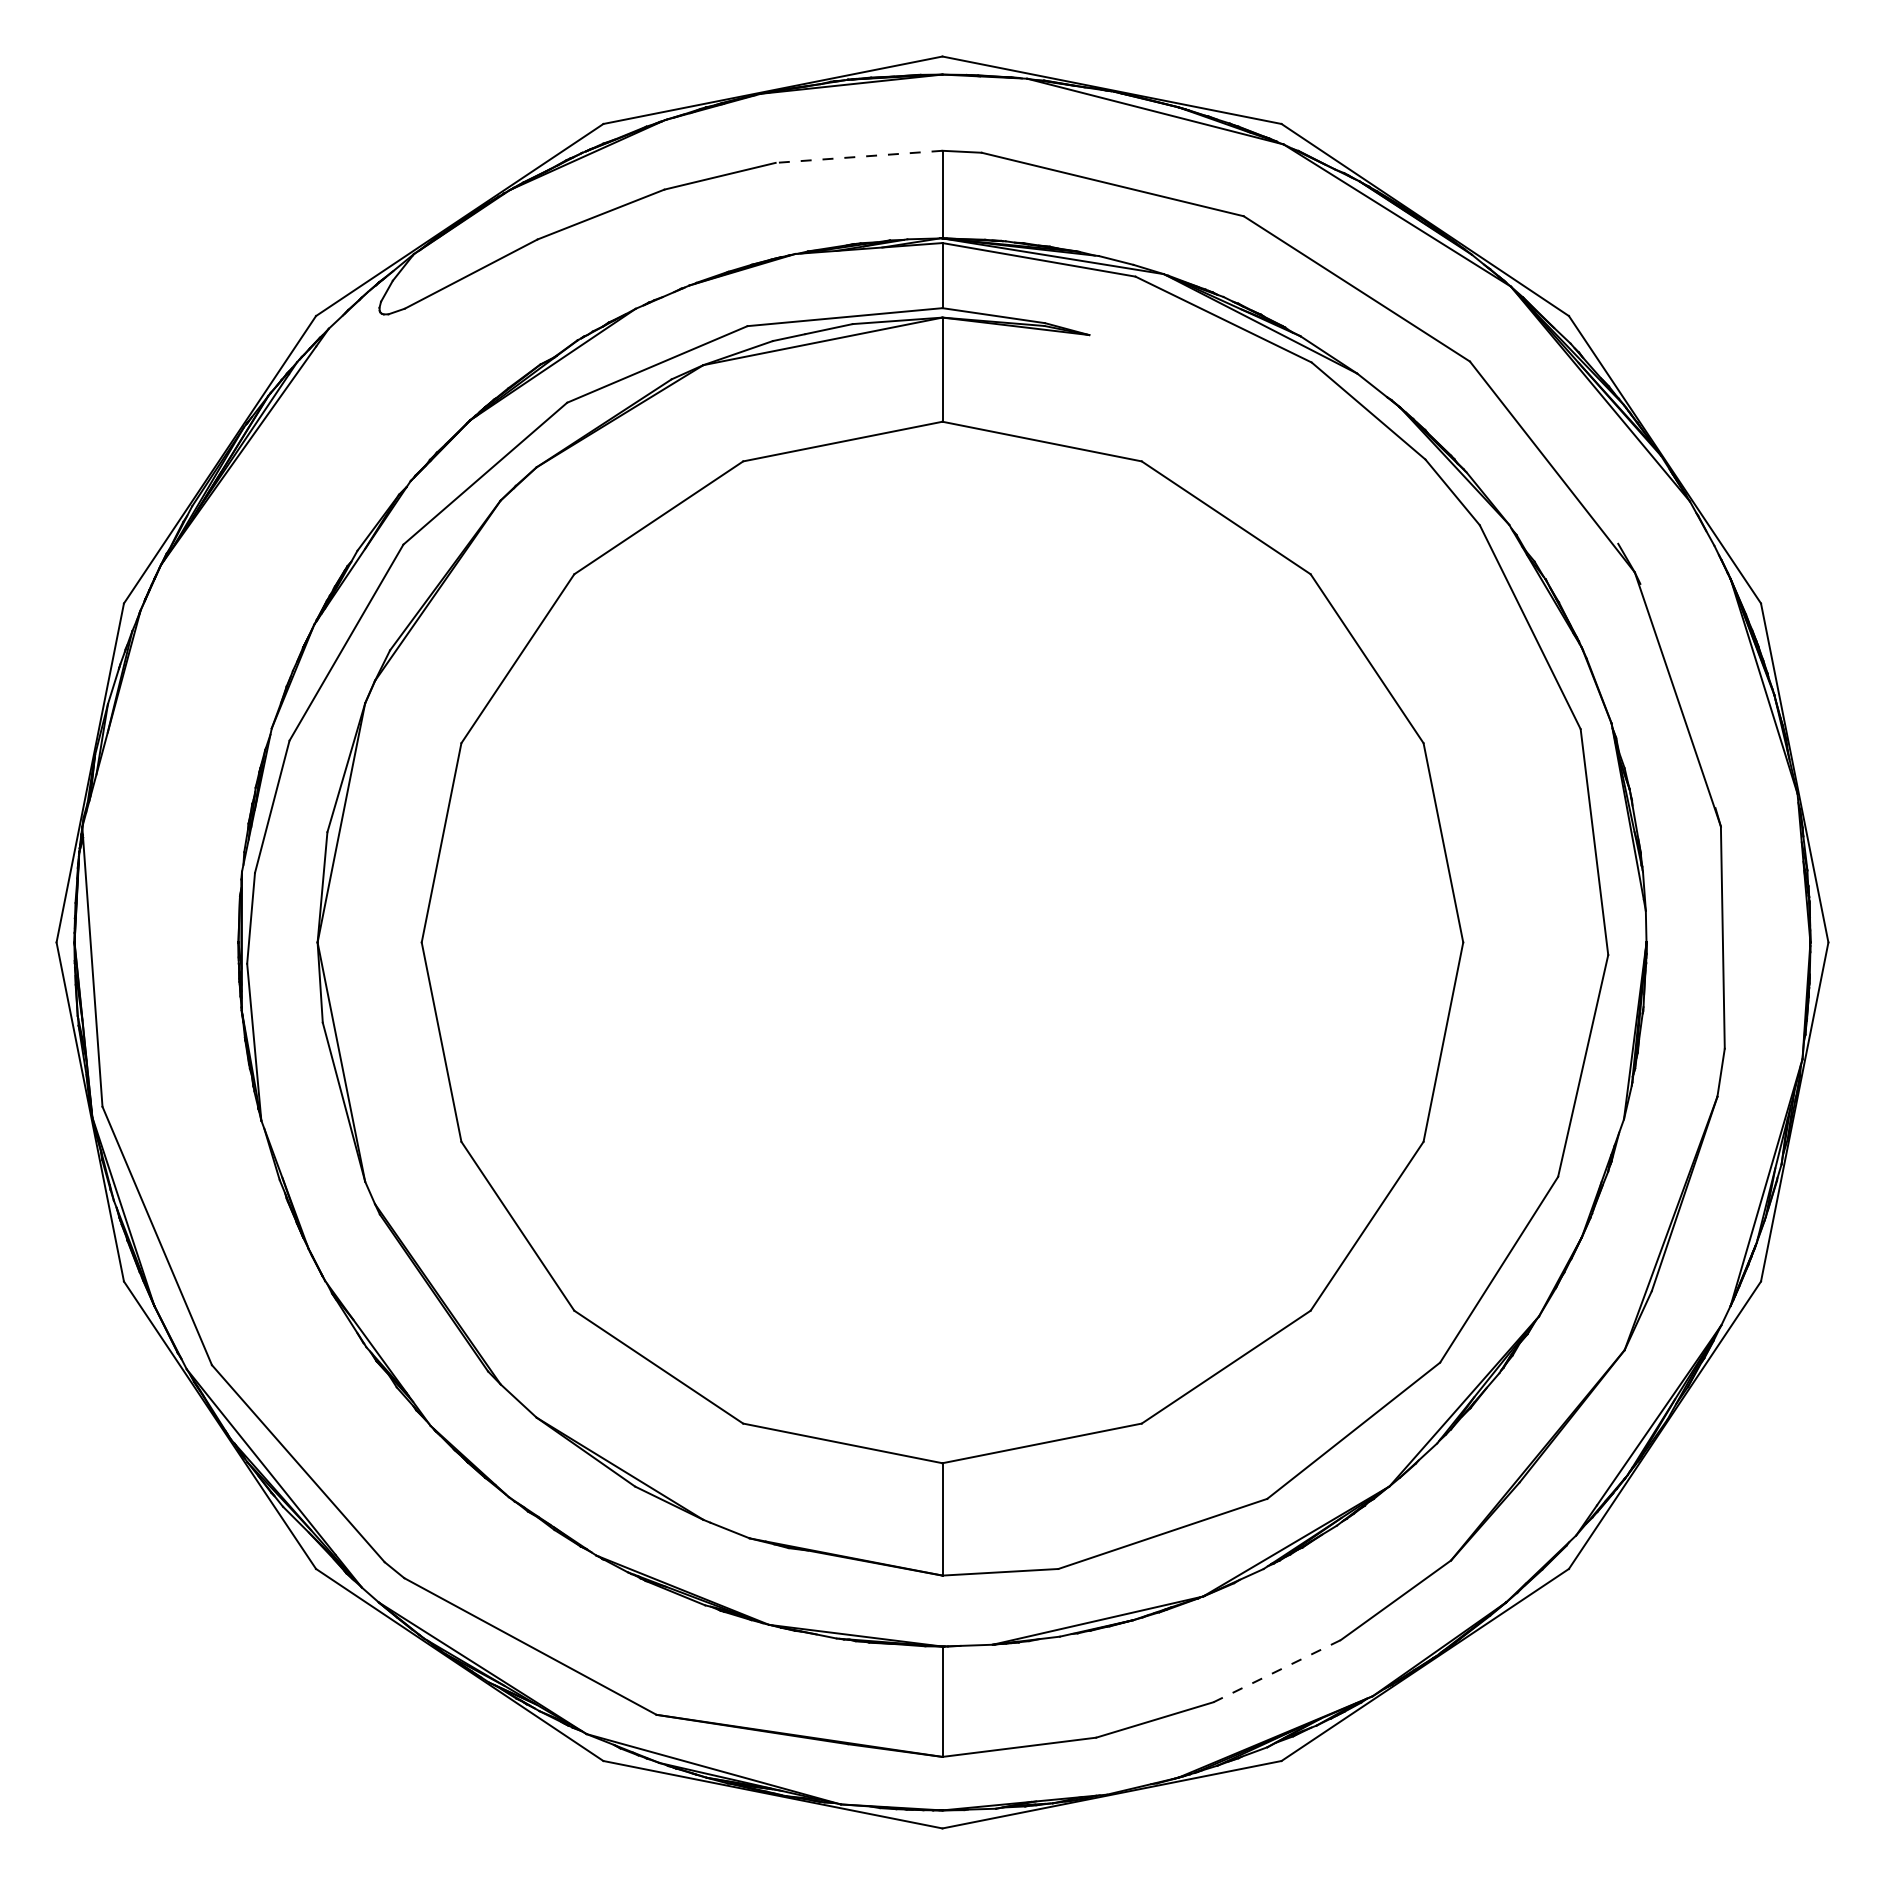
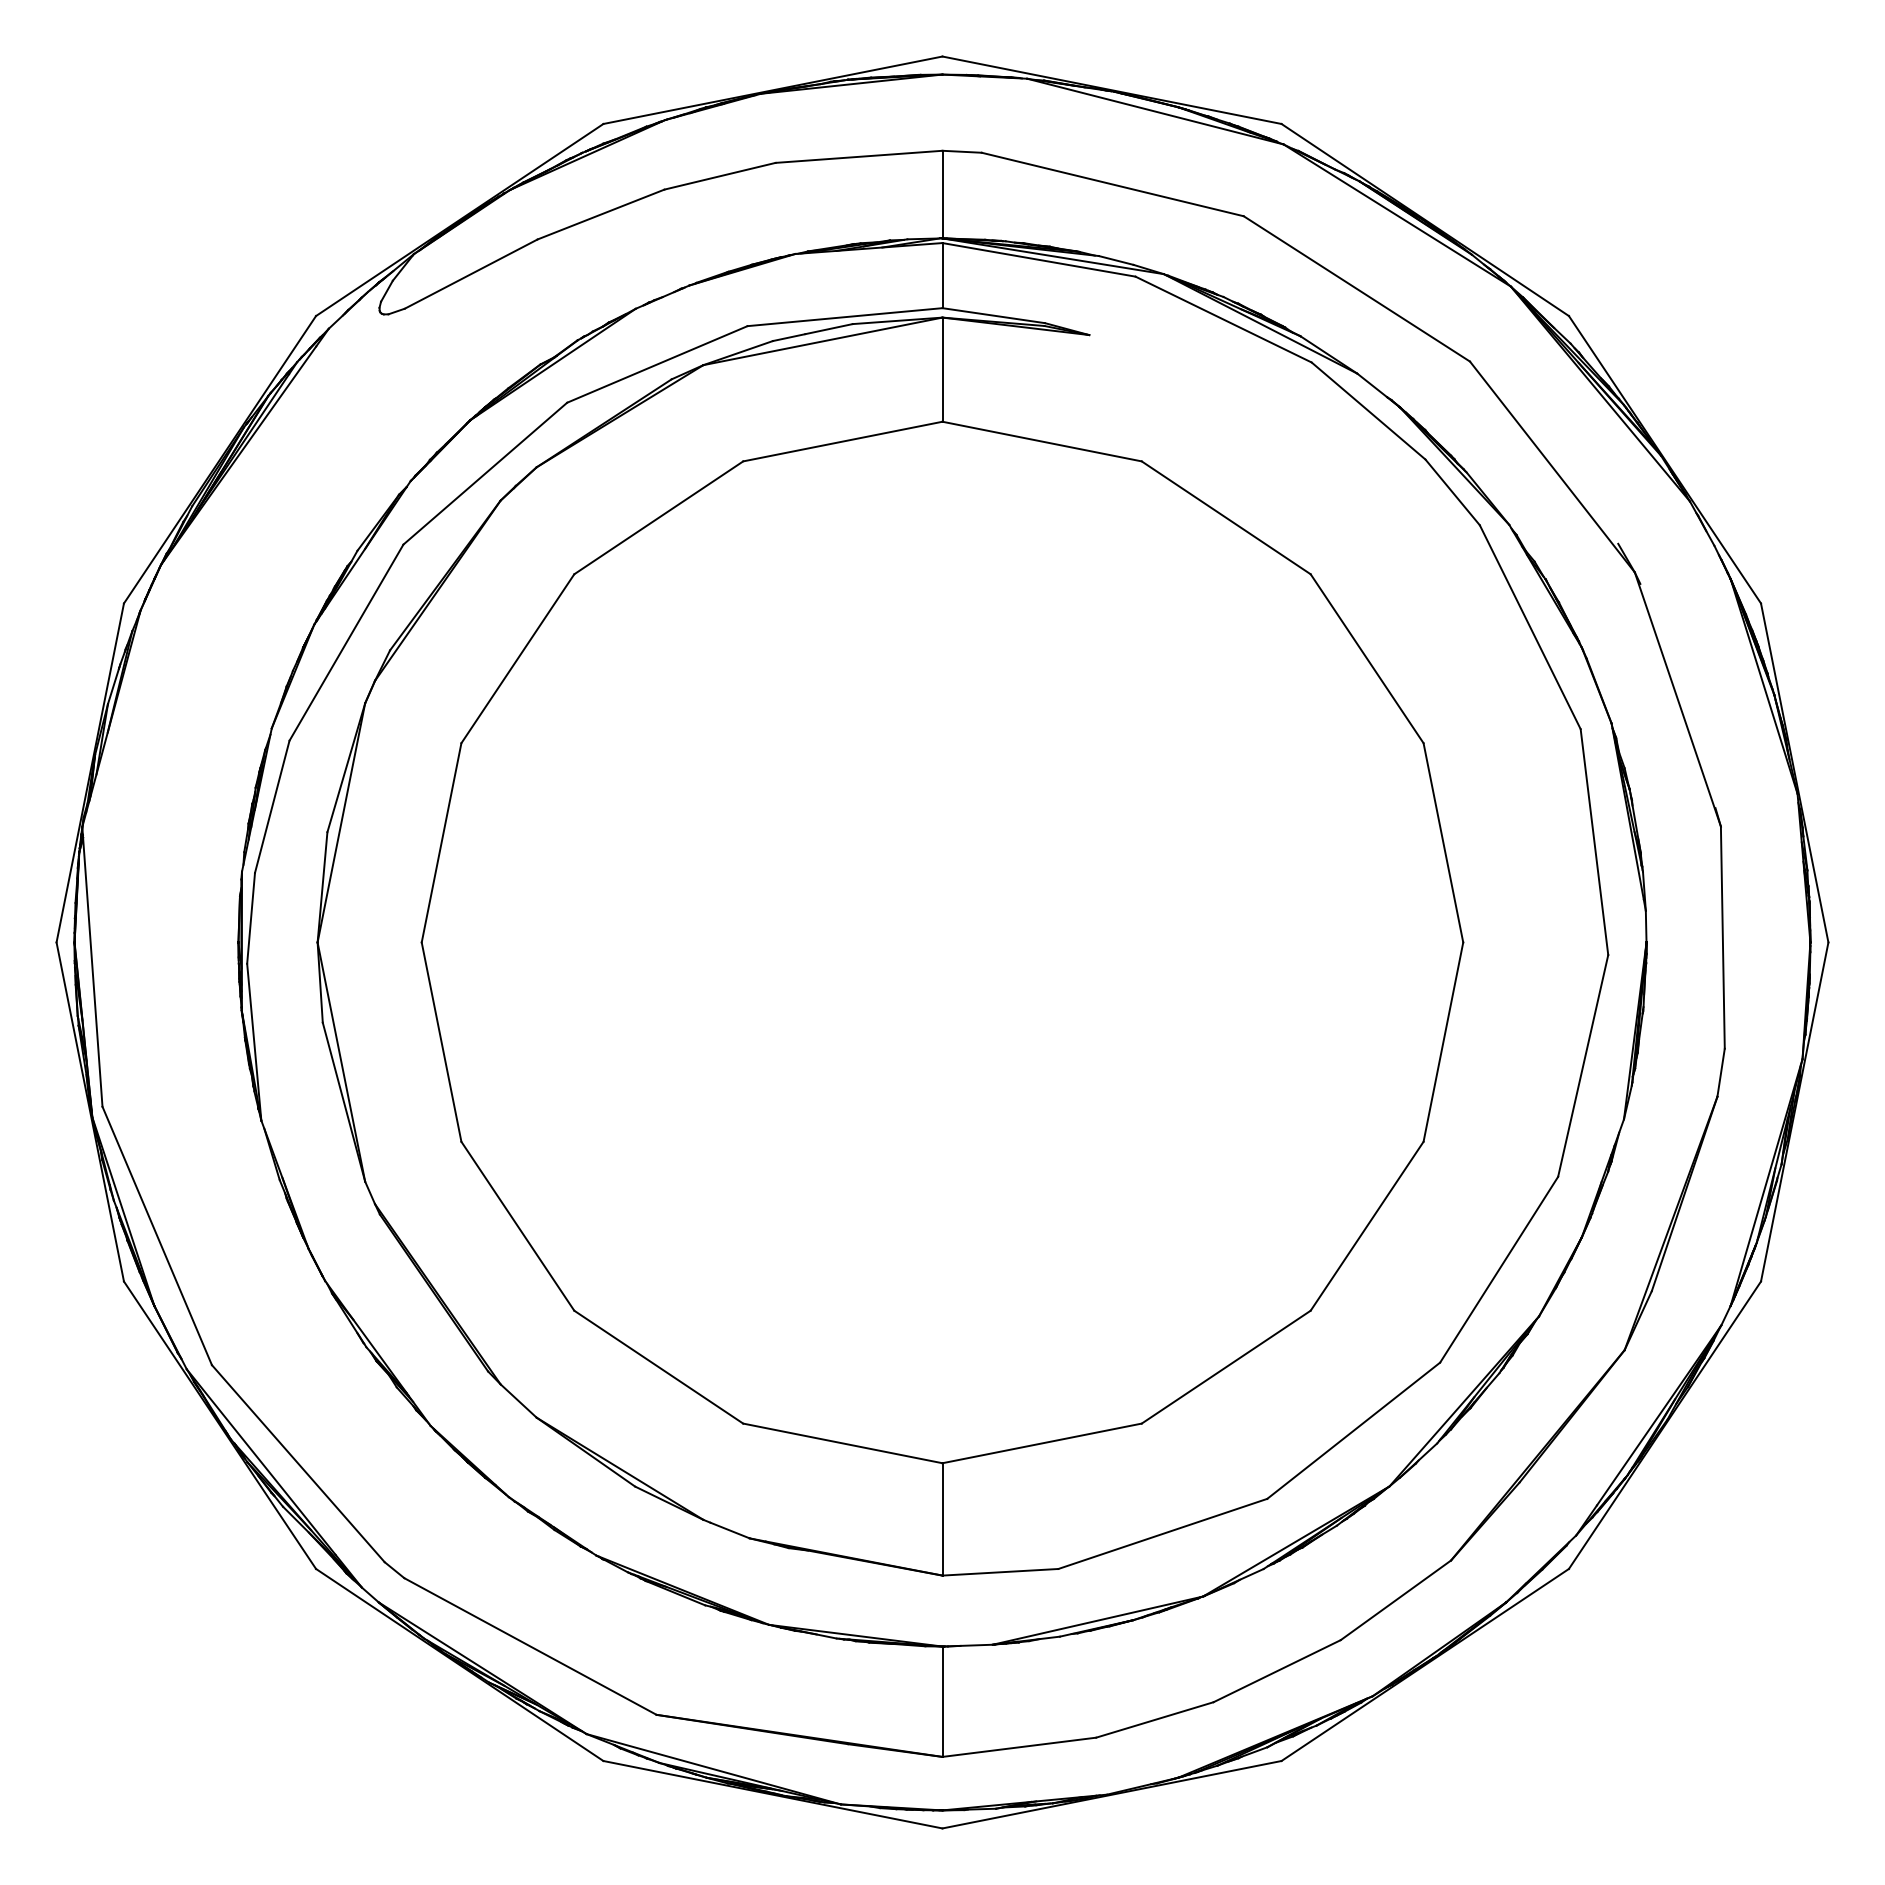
line at (859, 156): dashed -> solid
line at (1277, 1671): dashed -> solid
